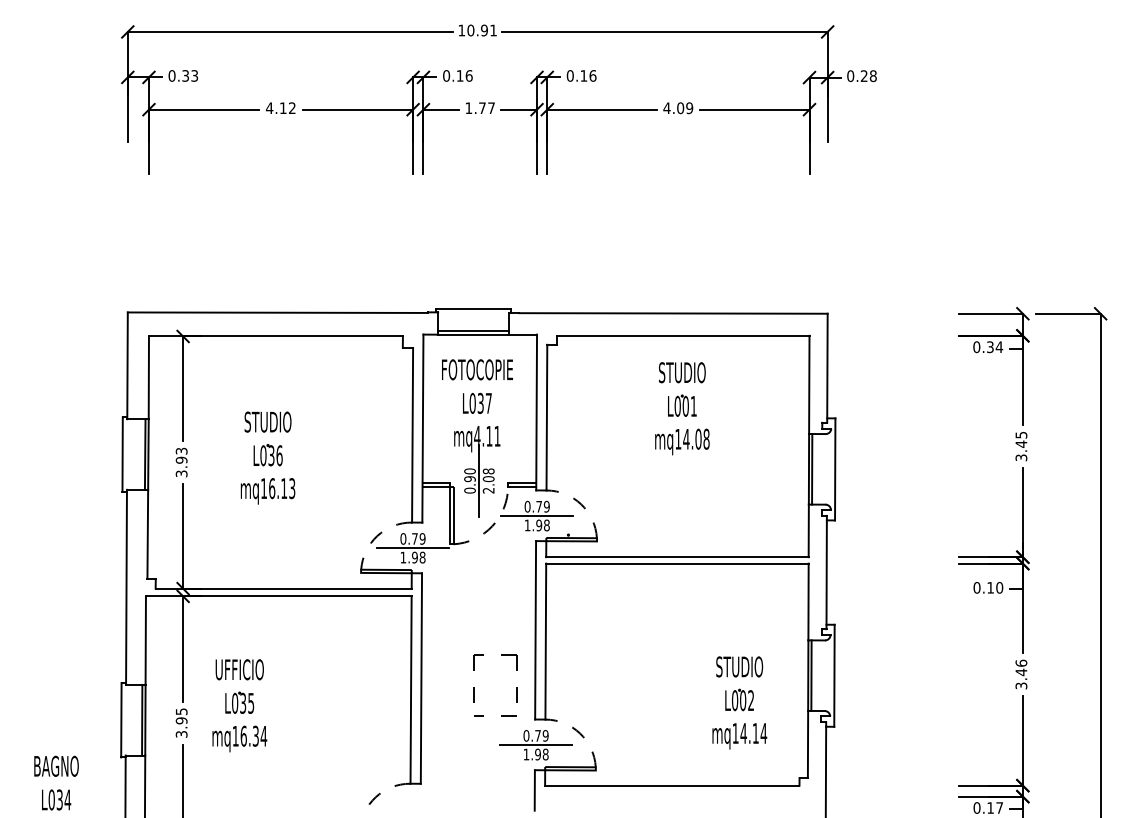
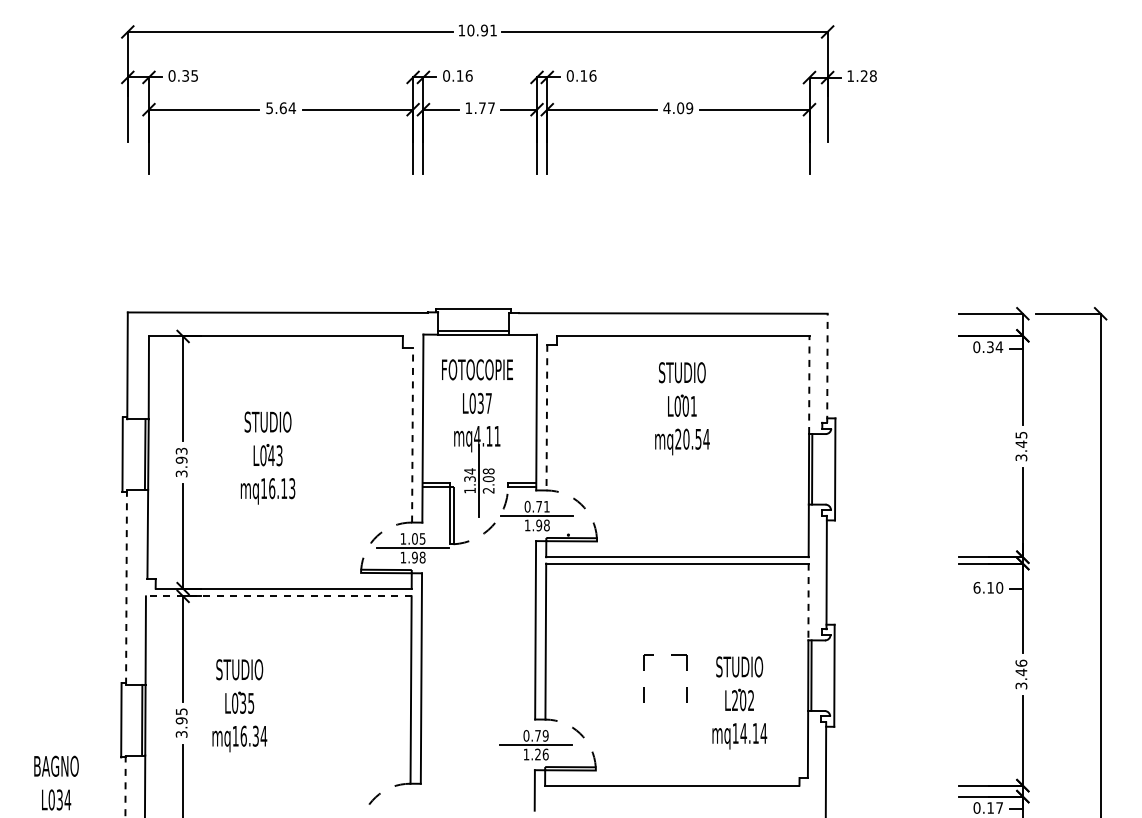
text at (194, 75): 0.33 -> 0.35
text at (850, 76): 0.28 -> 1.28
text at (280, 108): 4.12 -> 5.64
line at (827, 368): solid -> dashed
line at (809, 384): solid -> dashed
line at (546, 417): solid -> dashed
line at (412, 434): solid -> dashed
text at (692, 438): mq14.08 -> mq20.54
text at (275, 455): L036 -> L043
text at (469, 480): 0.90 -> 1.34
text at (546, 506): 0.79 -> 0.71
text at (412, 538): 0.79 -> 1.05
line at (126, 587): solid -> dashed
text at (976, 587): 0.10 -> 6.10
line at (278, 596): solid -> dashed
line at (808, 602): solid -> dashed
text at (239, 669): UFFICIO -> STUDIO
part at (474, 670) position: (474, 670) -> (644, 670)
text at (735, 700): L002 -> L202
line at (501, 715): present -> none
text at (541, 754): 1.98 -> 1.26
line at (125, 786): solid -> dashed
